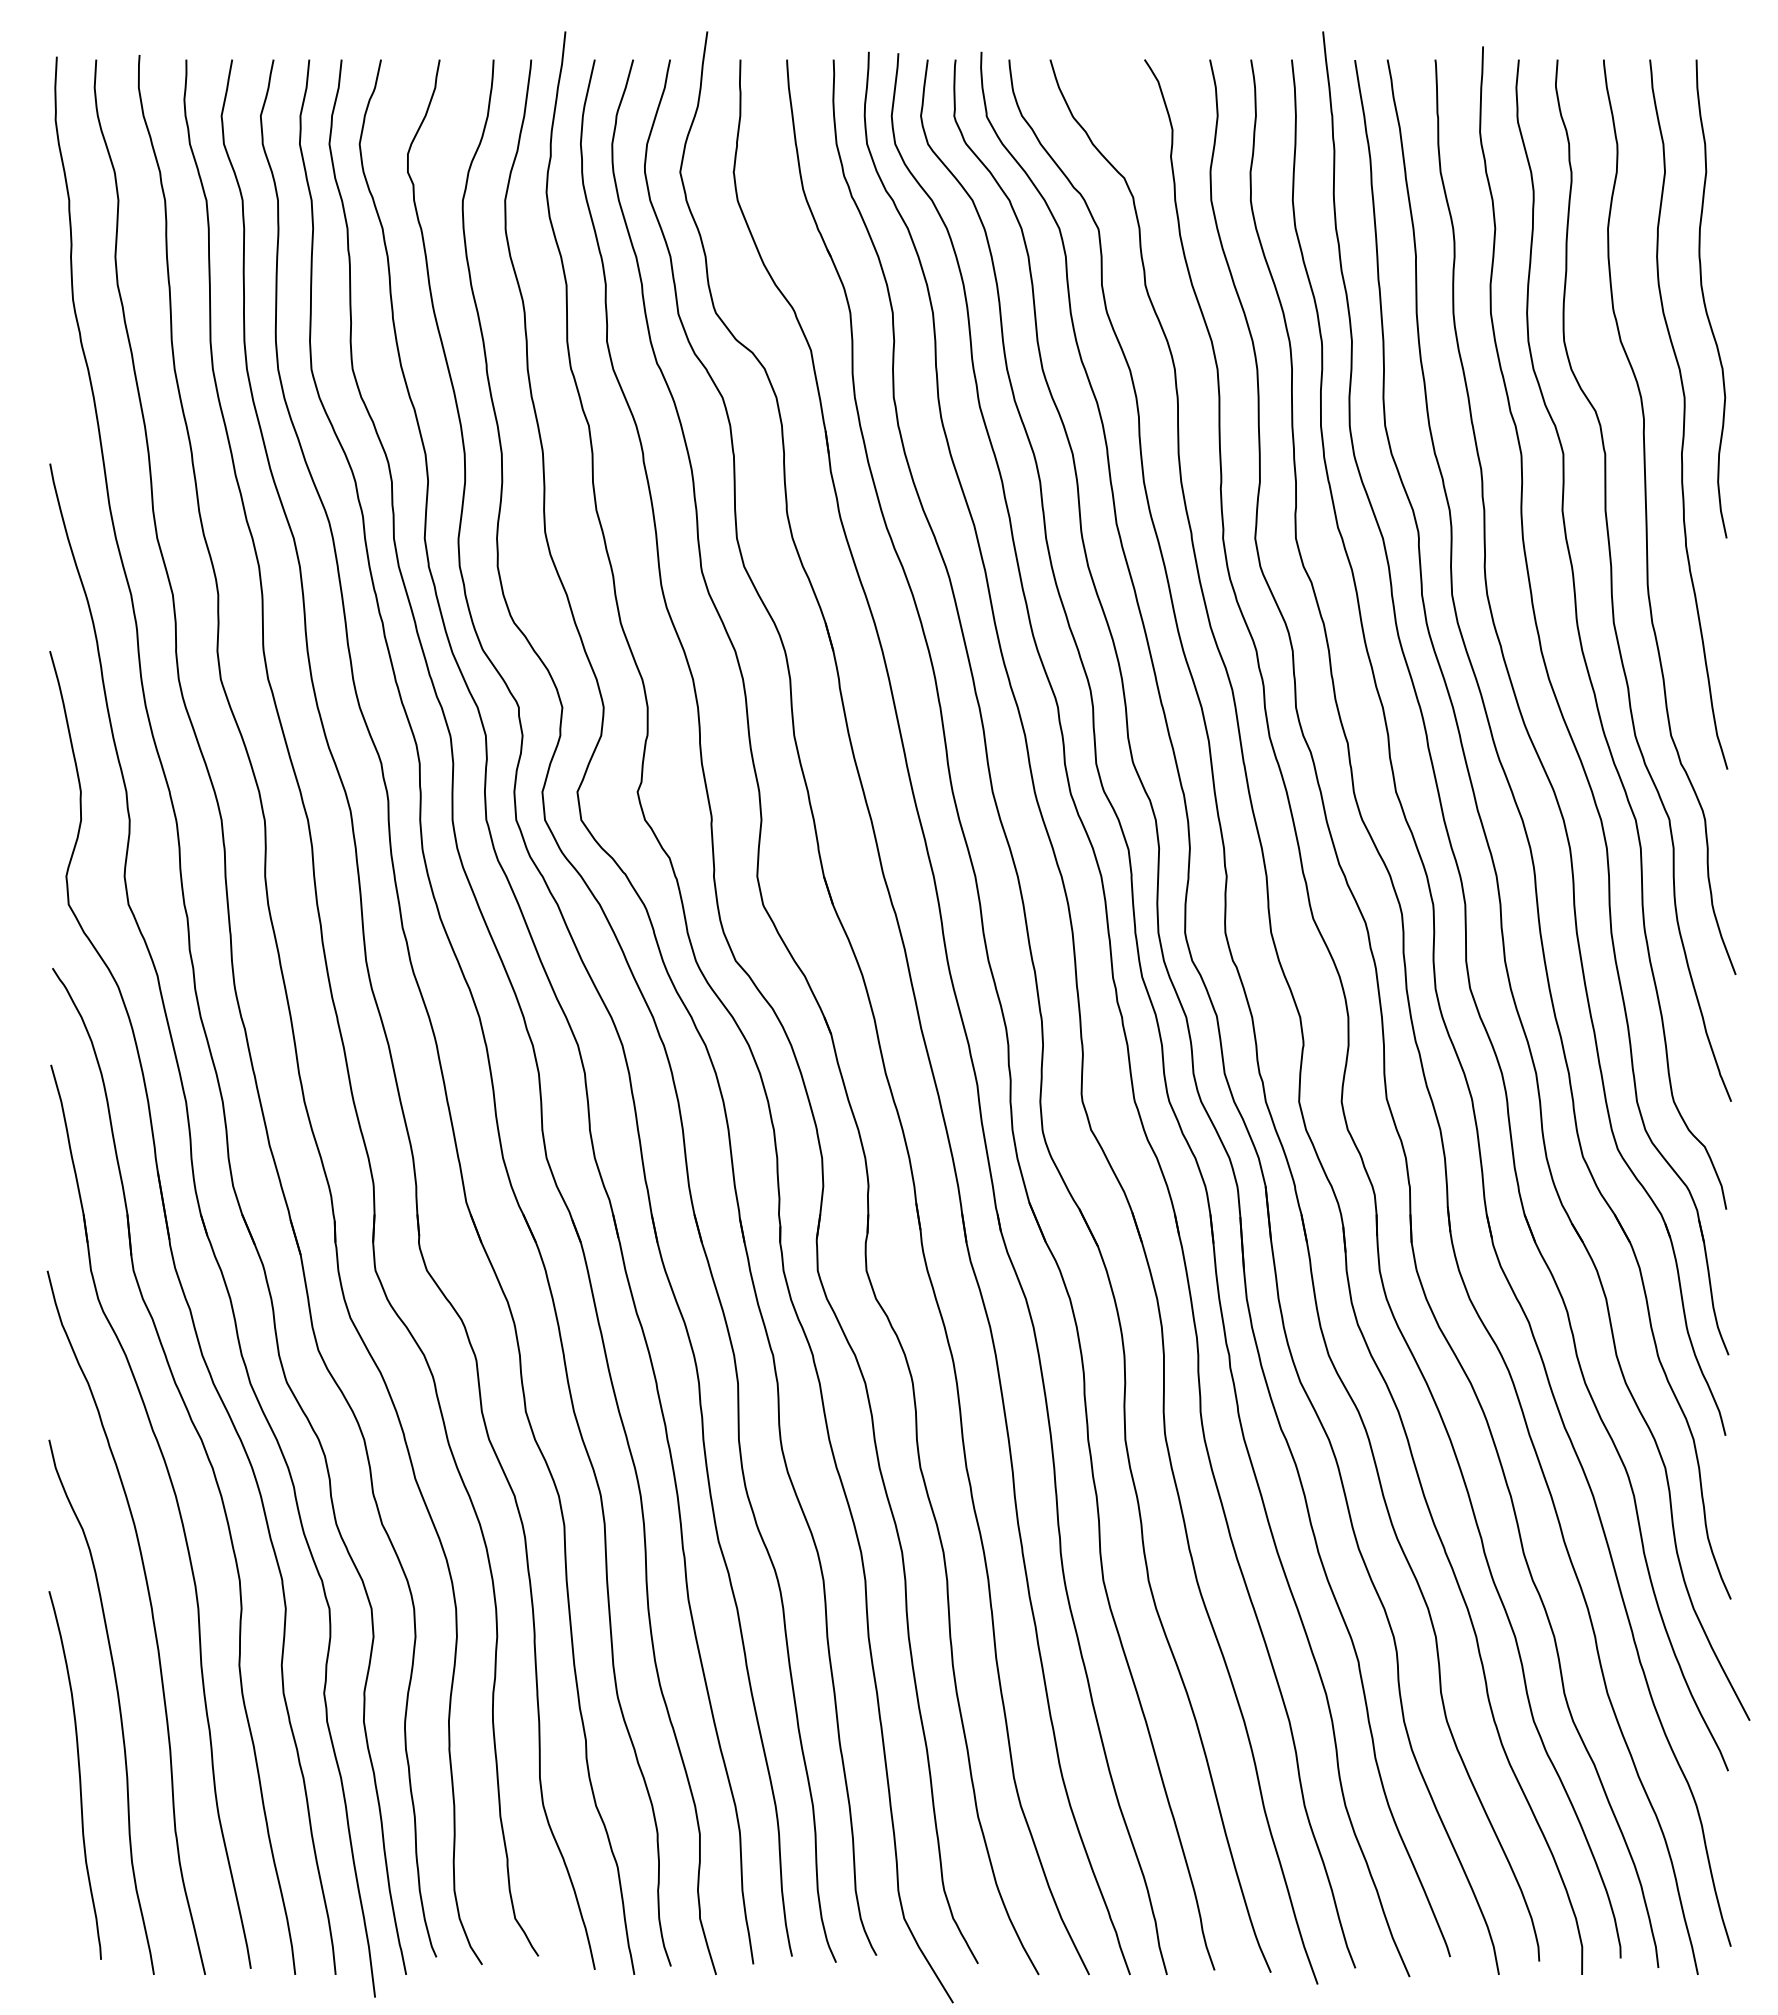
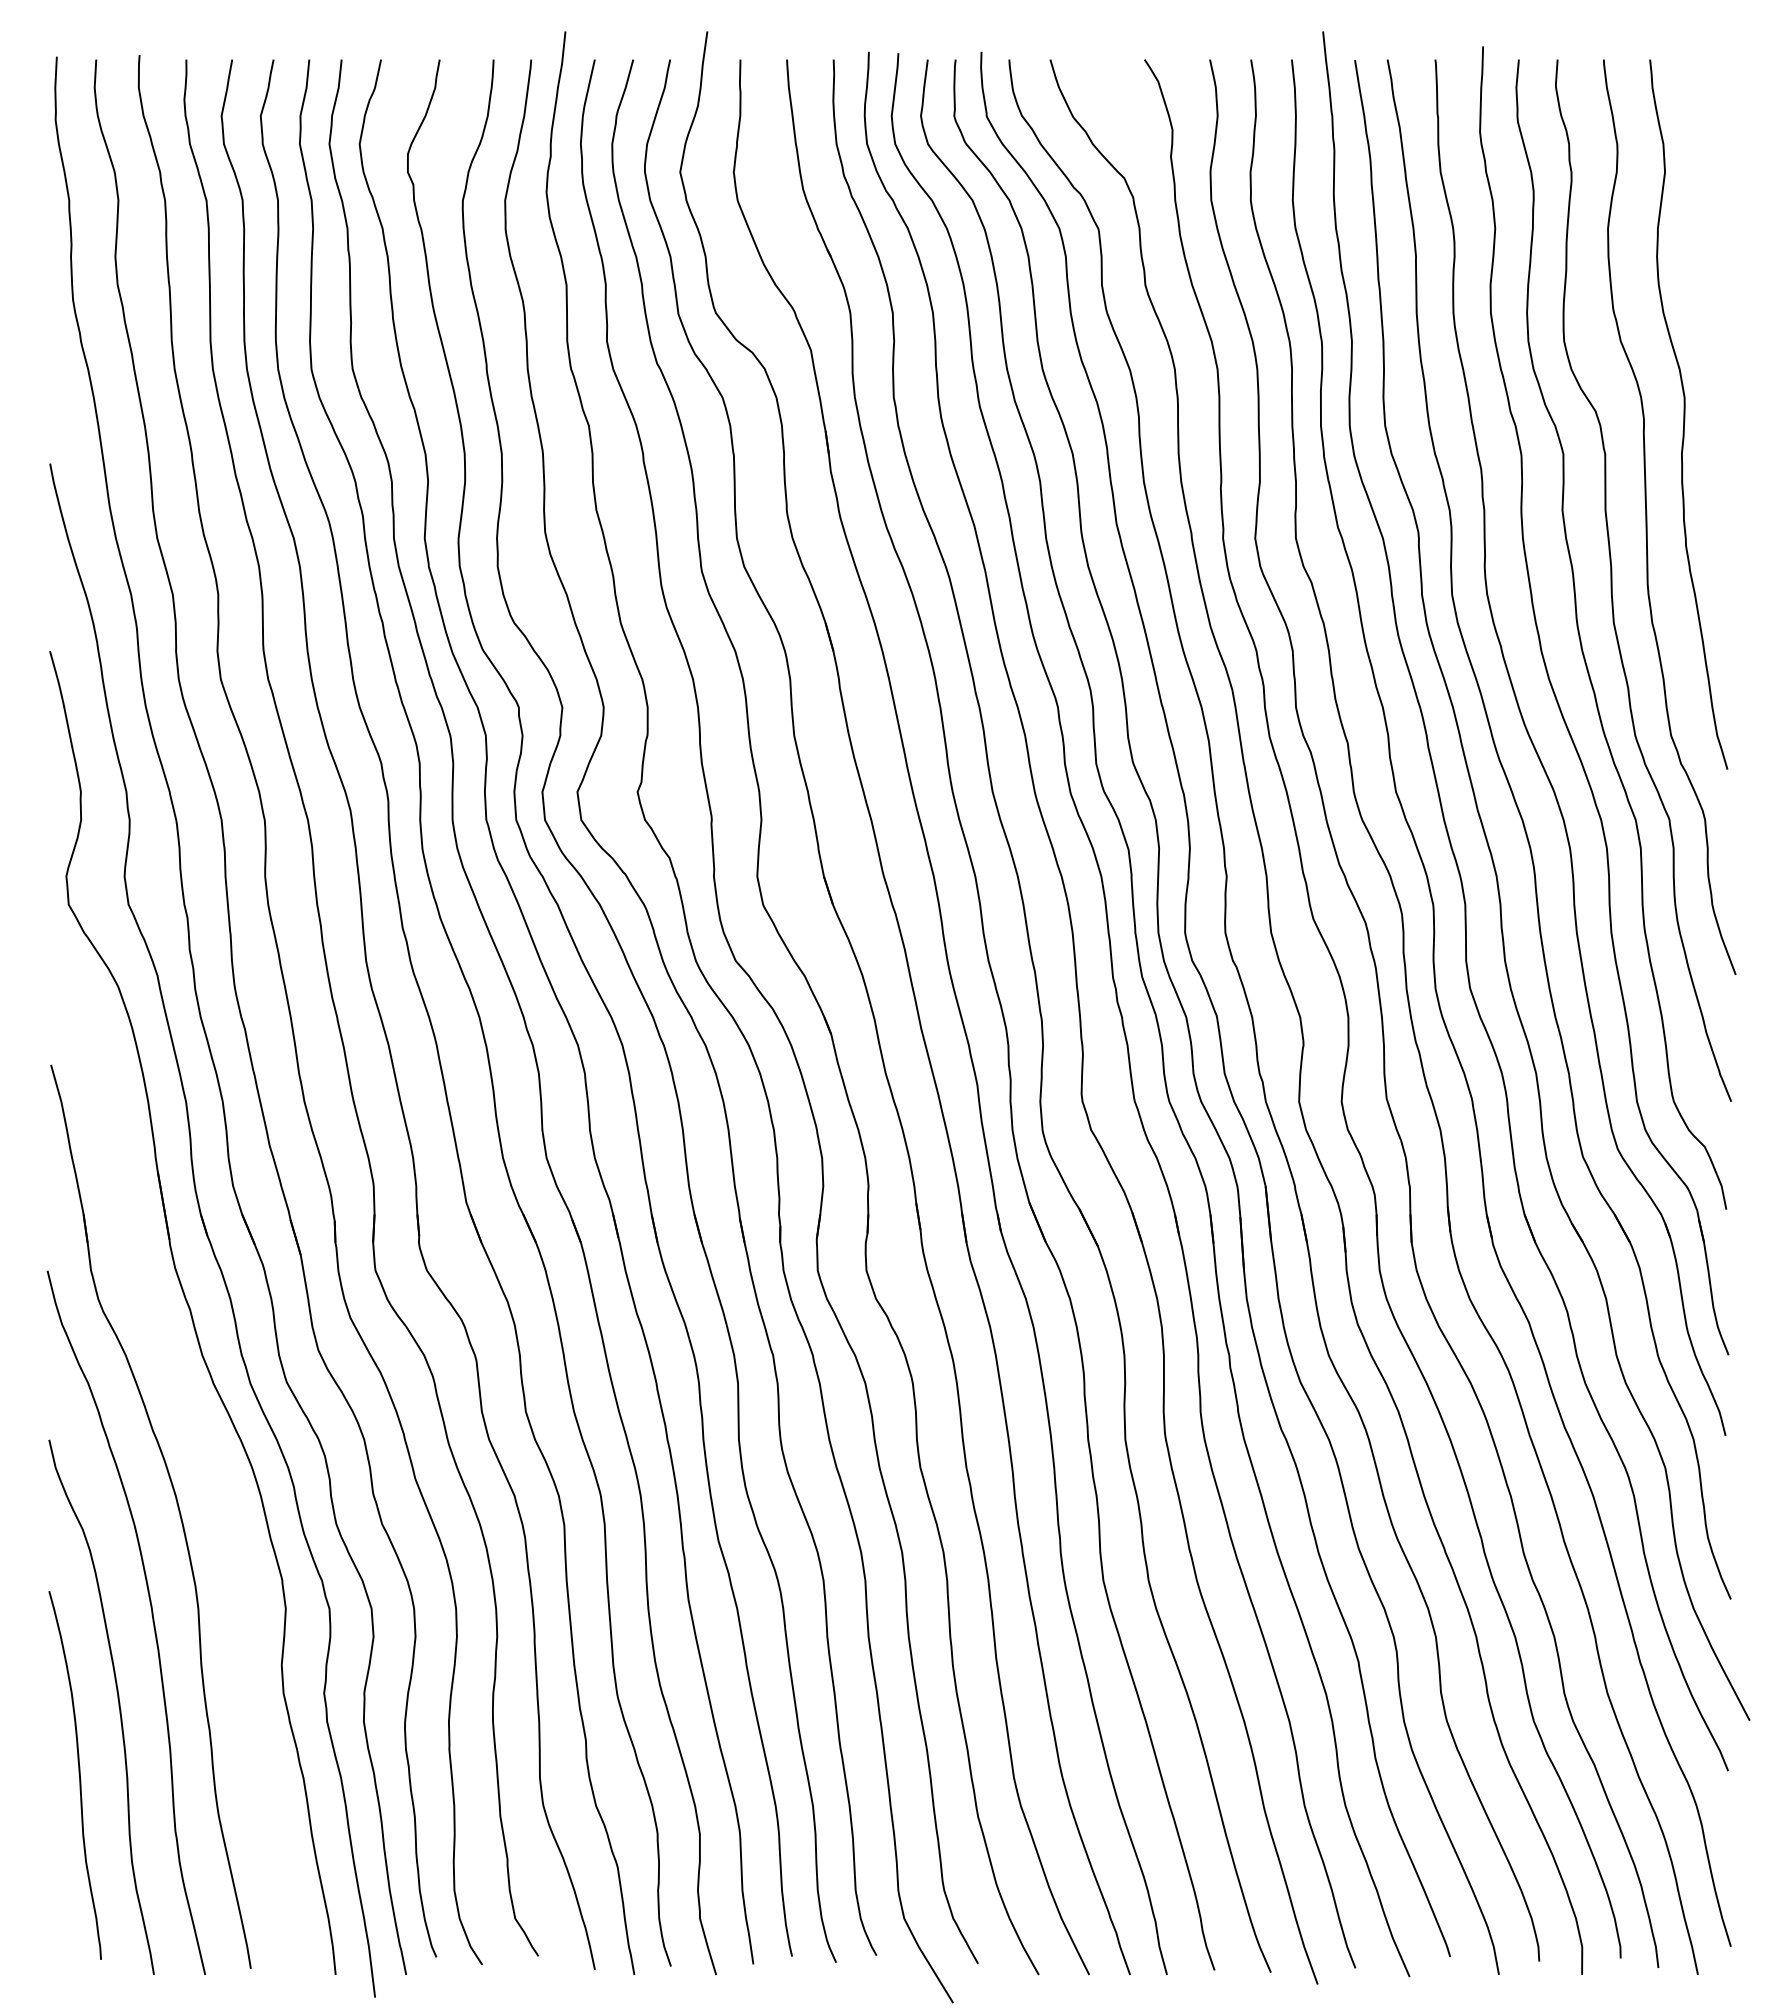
curve at (1705, 301): present -> none
part at (207, 1459): present -> none
